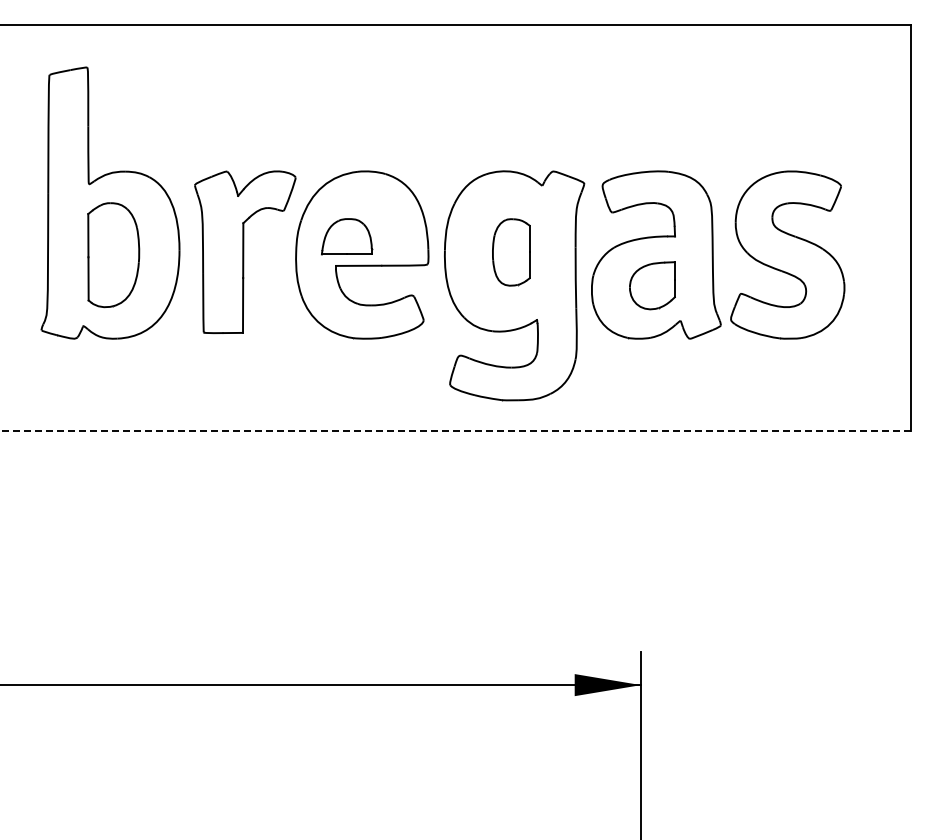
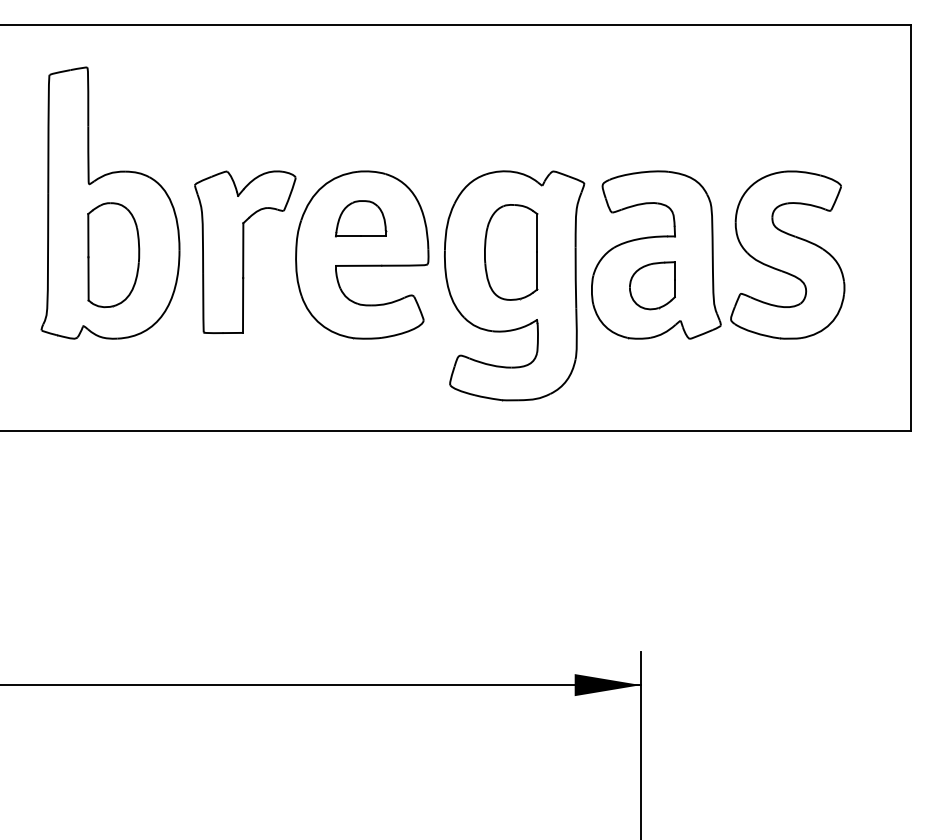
part at (347, 236) position: (347, 236) -> (361, 218)
part at (511, 252) size: 39x69 px -> 55x97 px
line at (455, 431): dashed -> solid
